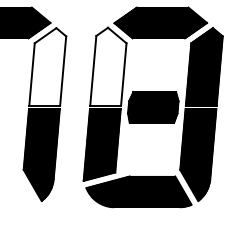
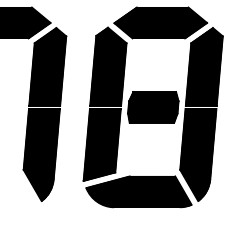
hatch at (47, 66): none -> present
hatch at (108, 66): none -> present
